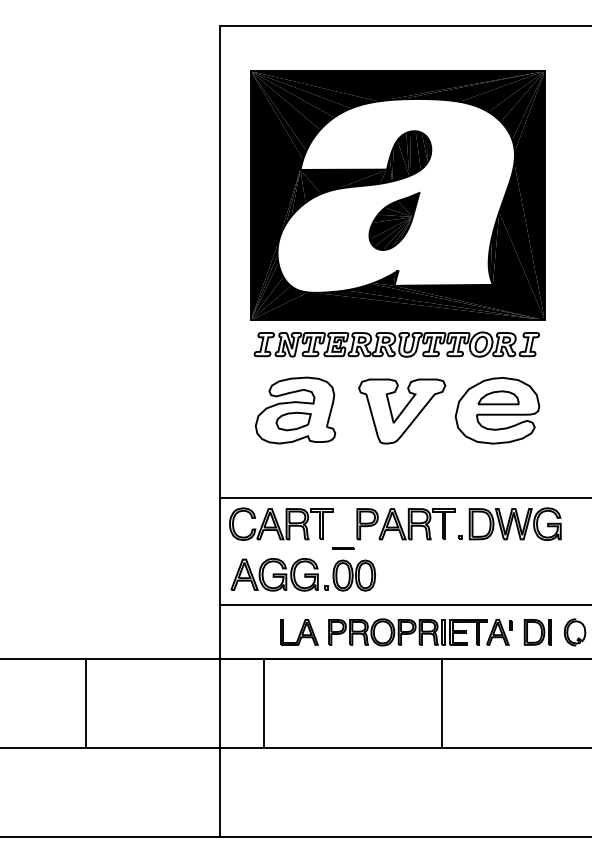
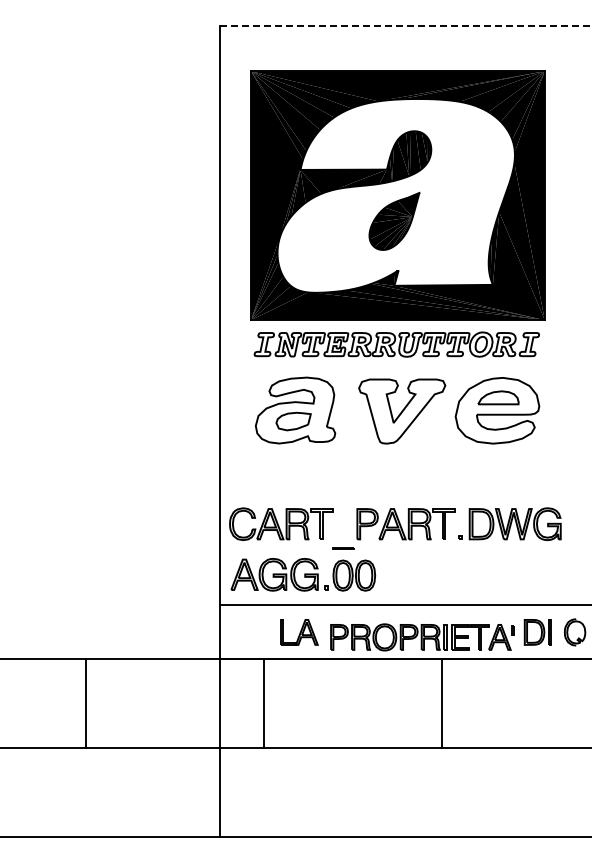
line at (405, 25): solid -> dashed
line at (403, 498): present -> none
part at (420, 632) position: (420, 632) -> (422, 637)
